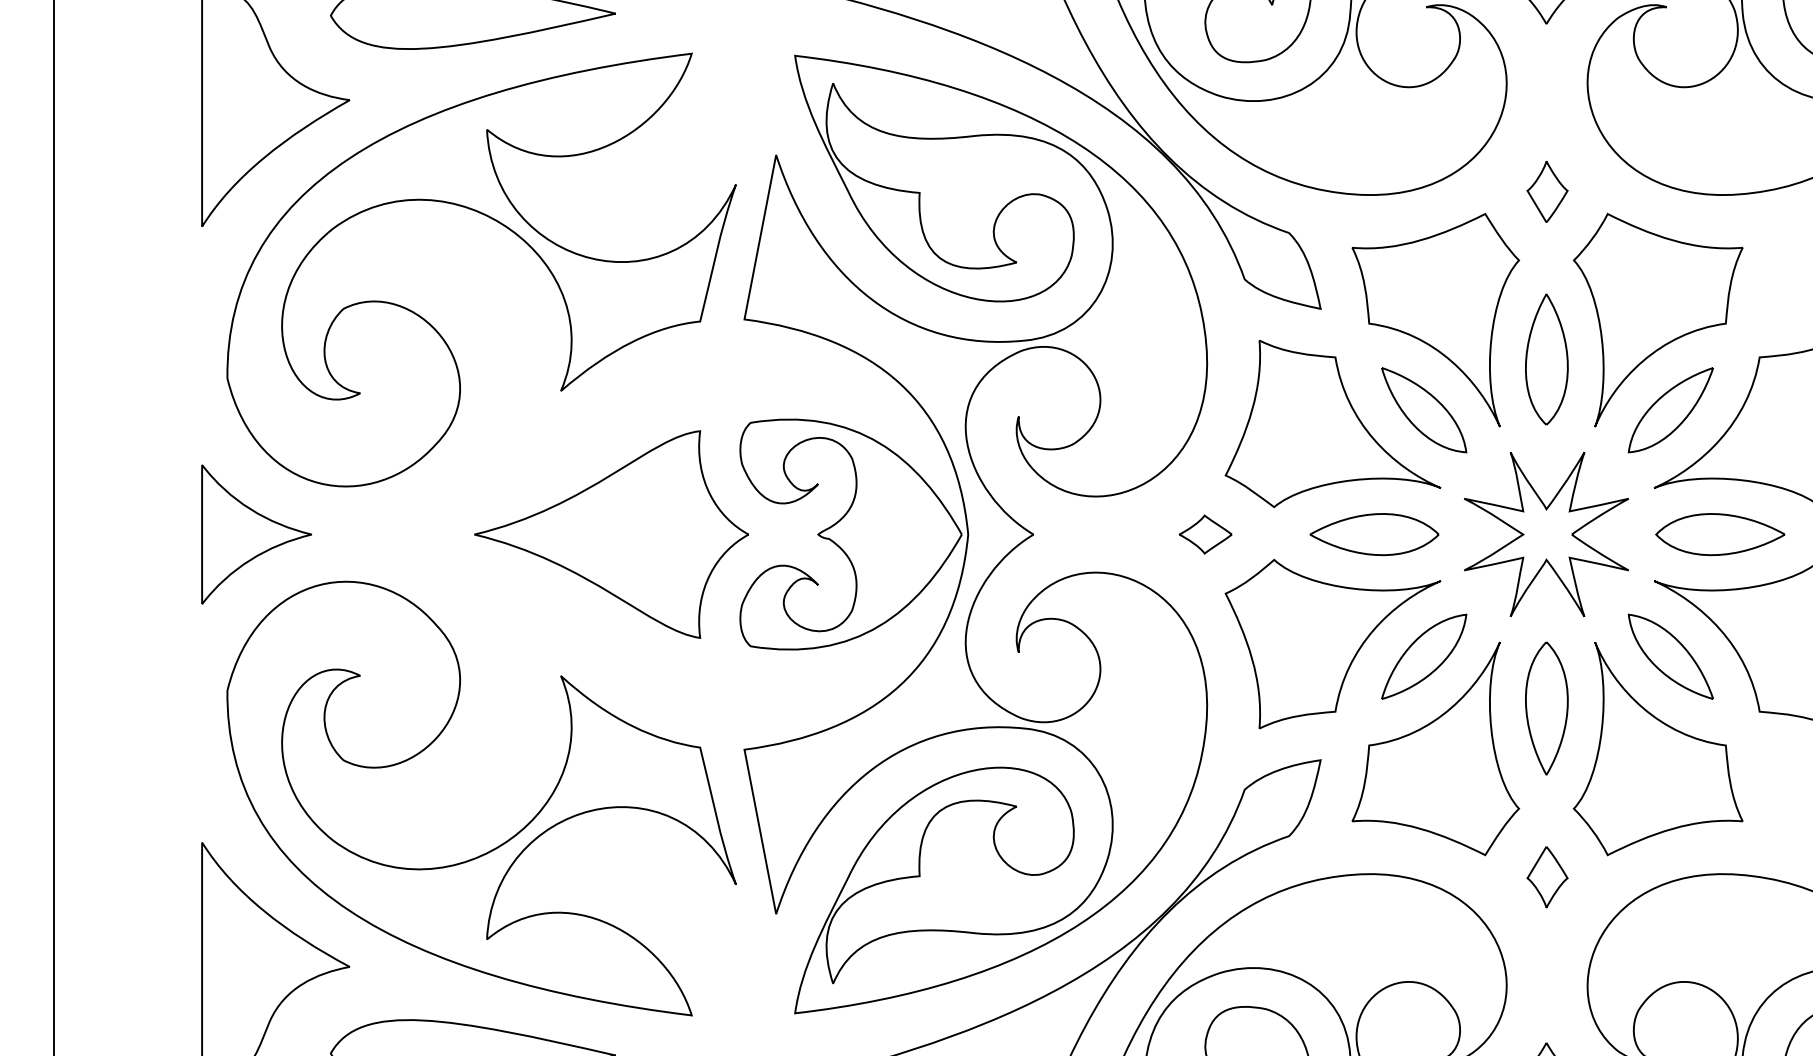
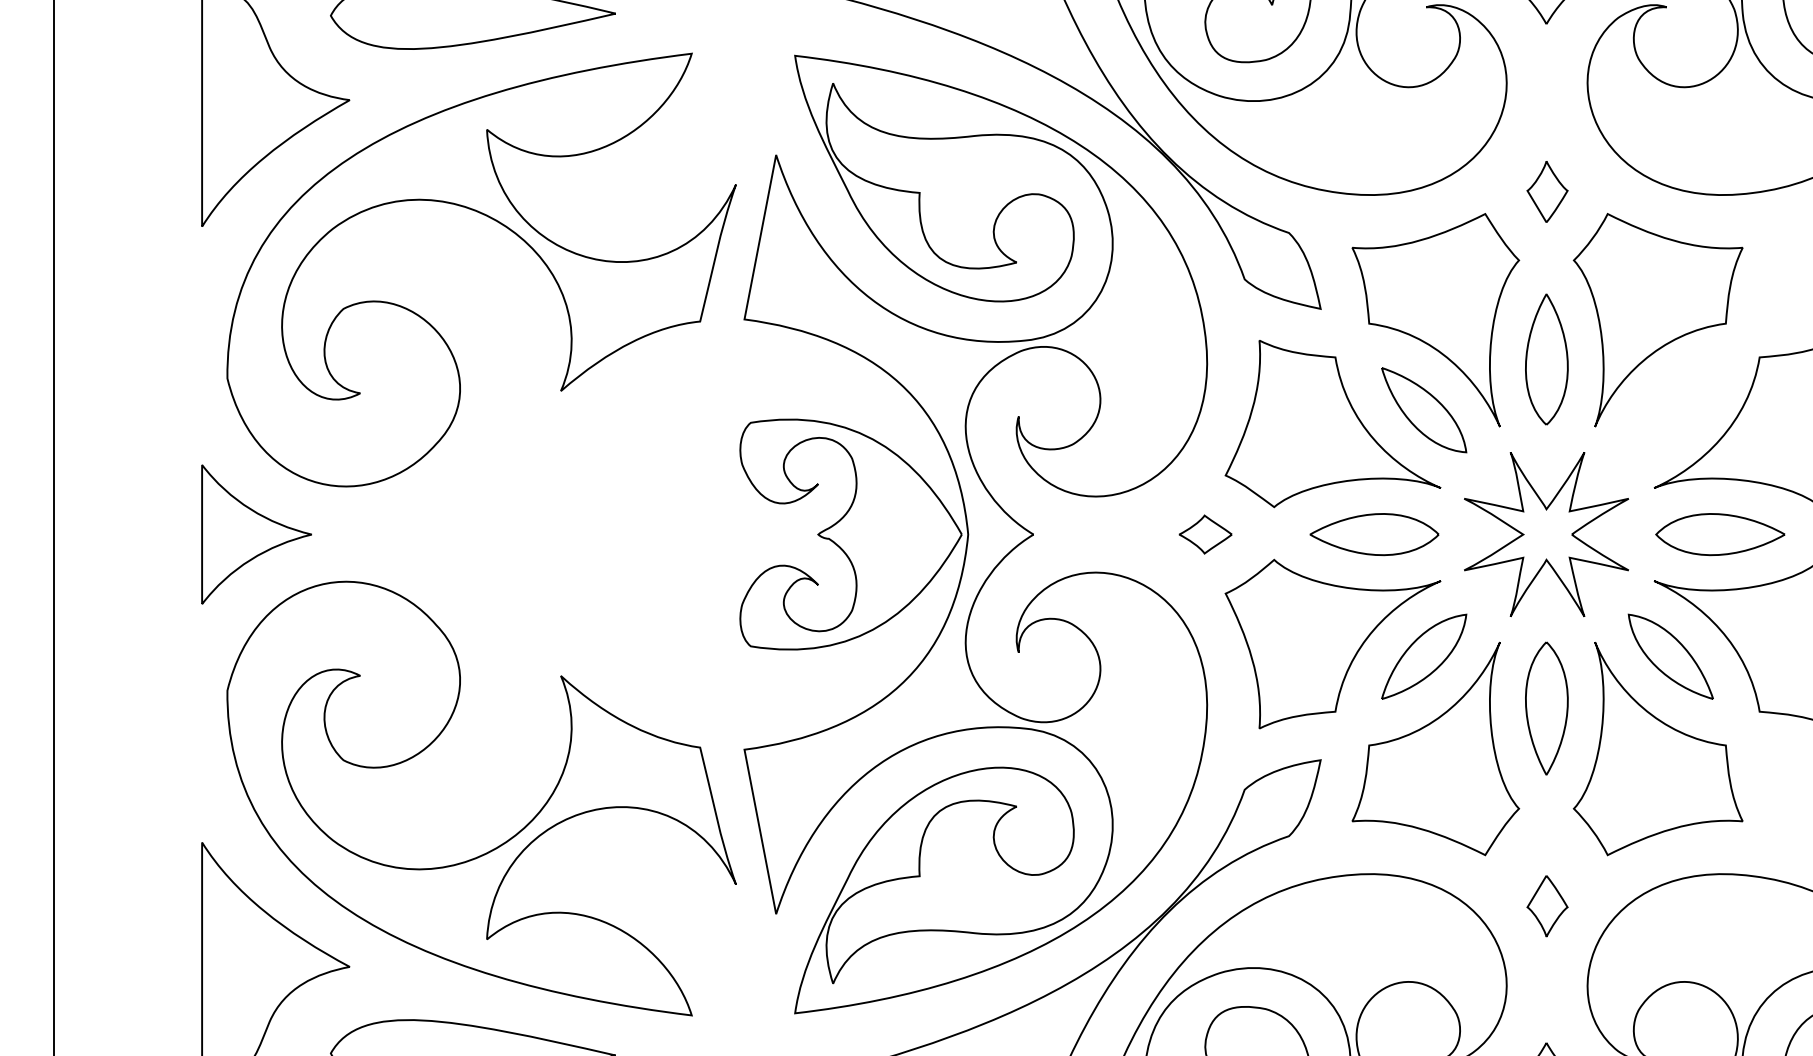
part at (1670, 410): present -> none
part at (611, 534): present -> none
part at (1547, 877) position: (1547, 877) -> (1547, 906)
